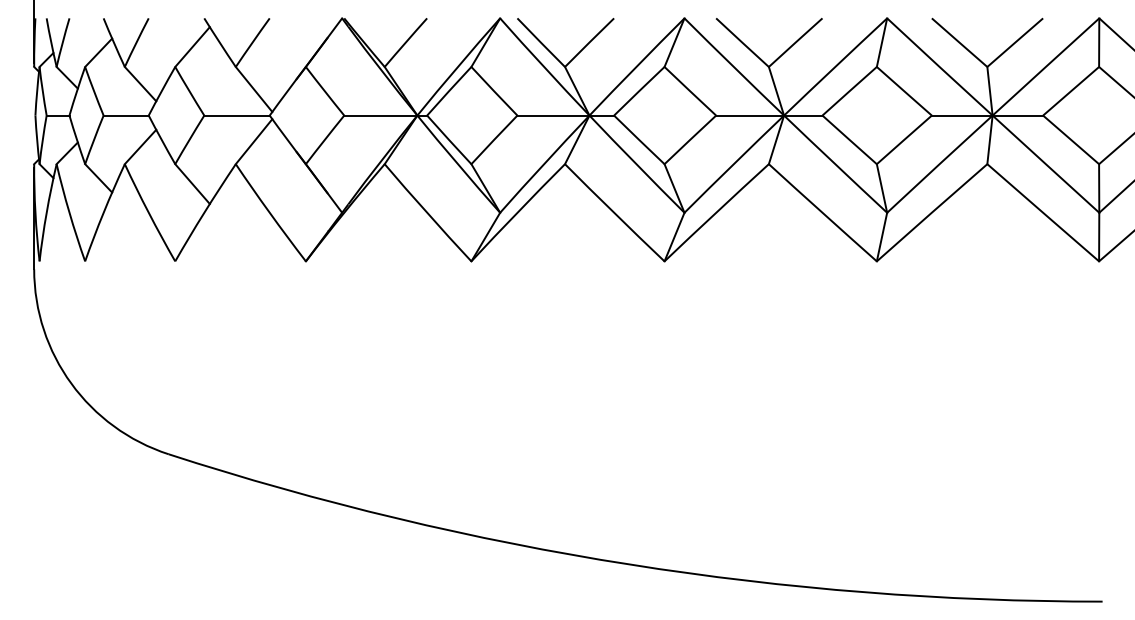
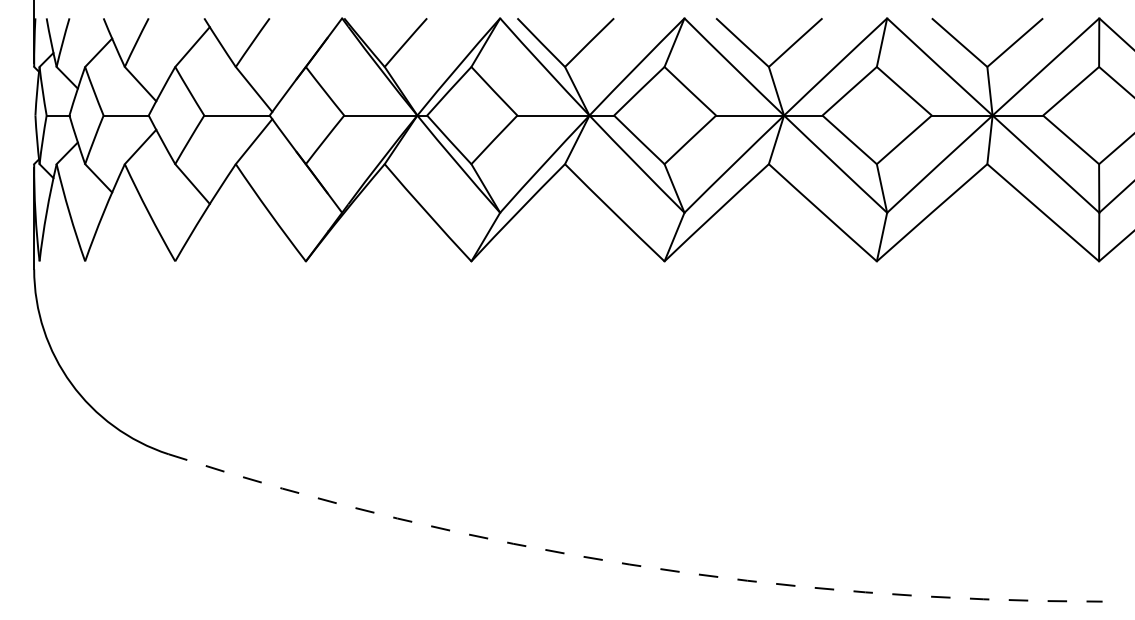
arc at (629, 564): solid -> dashed
